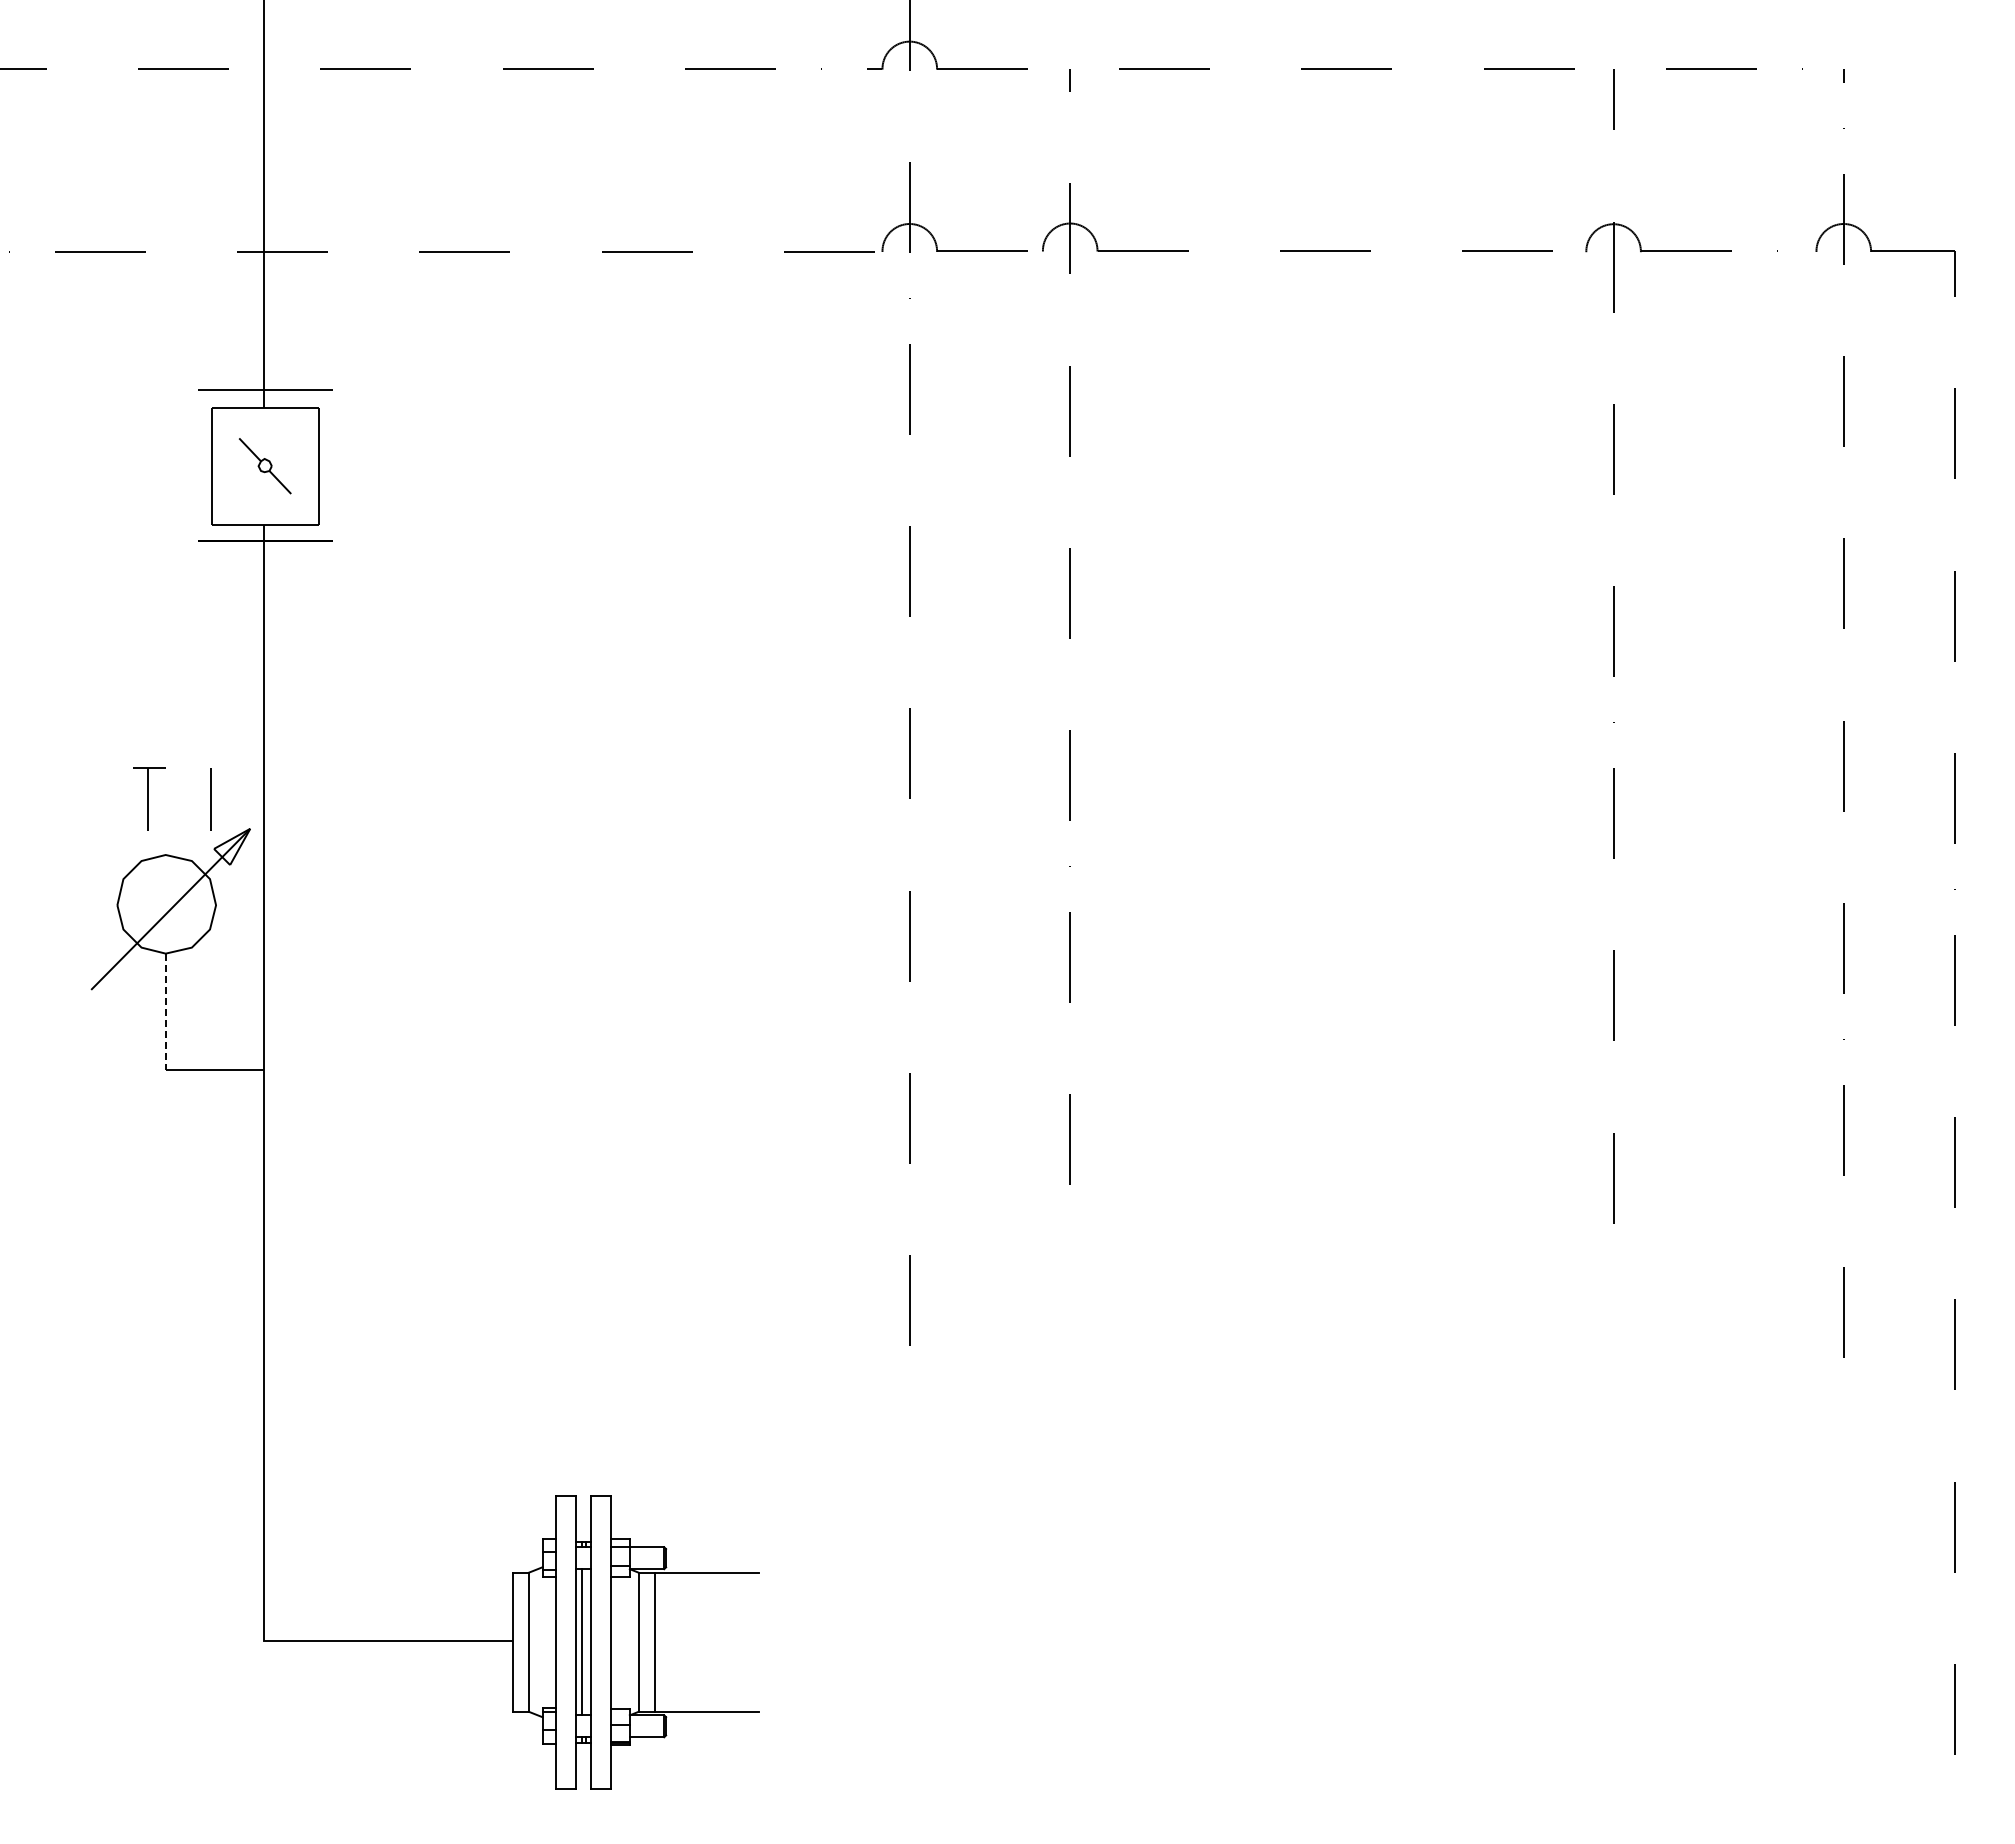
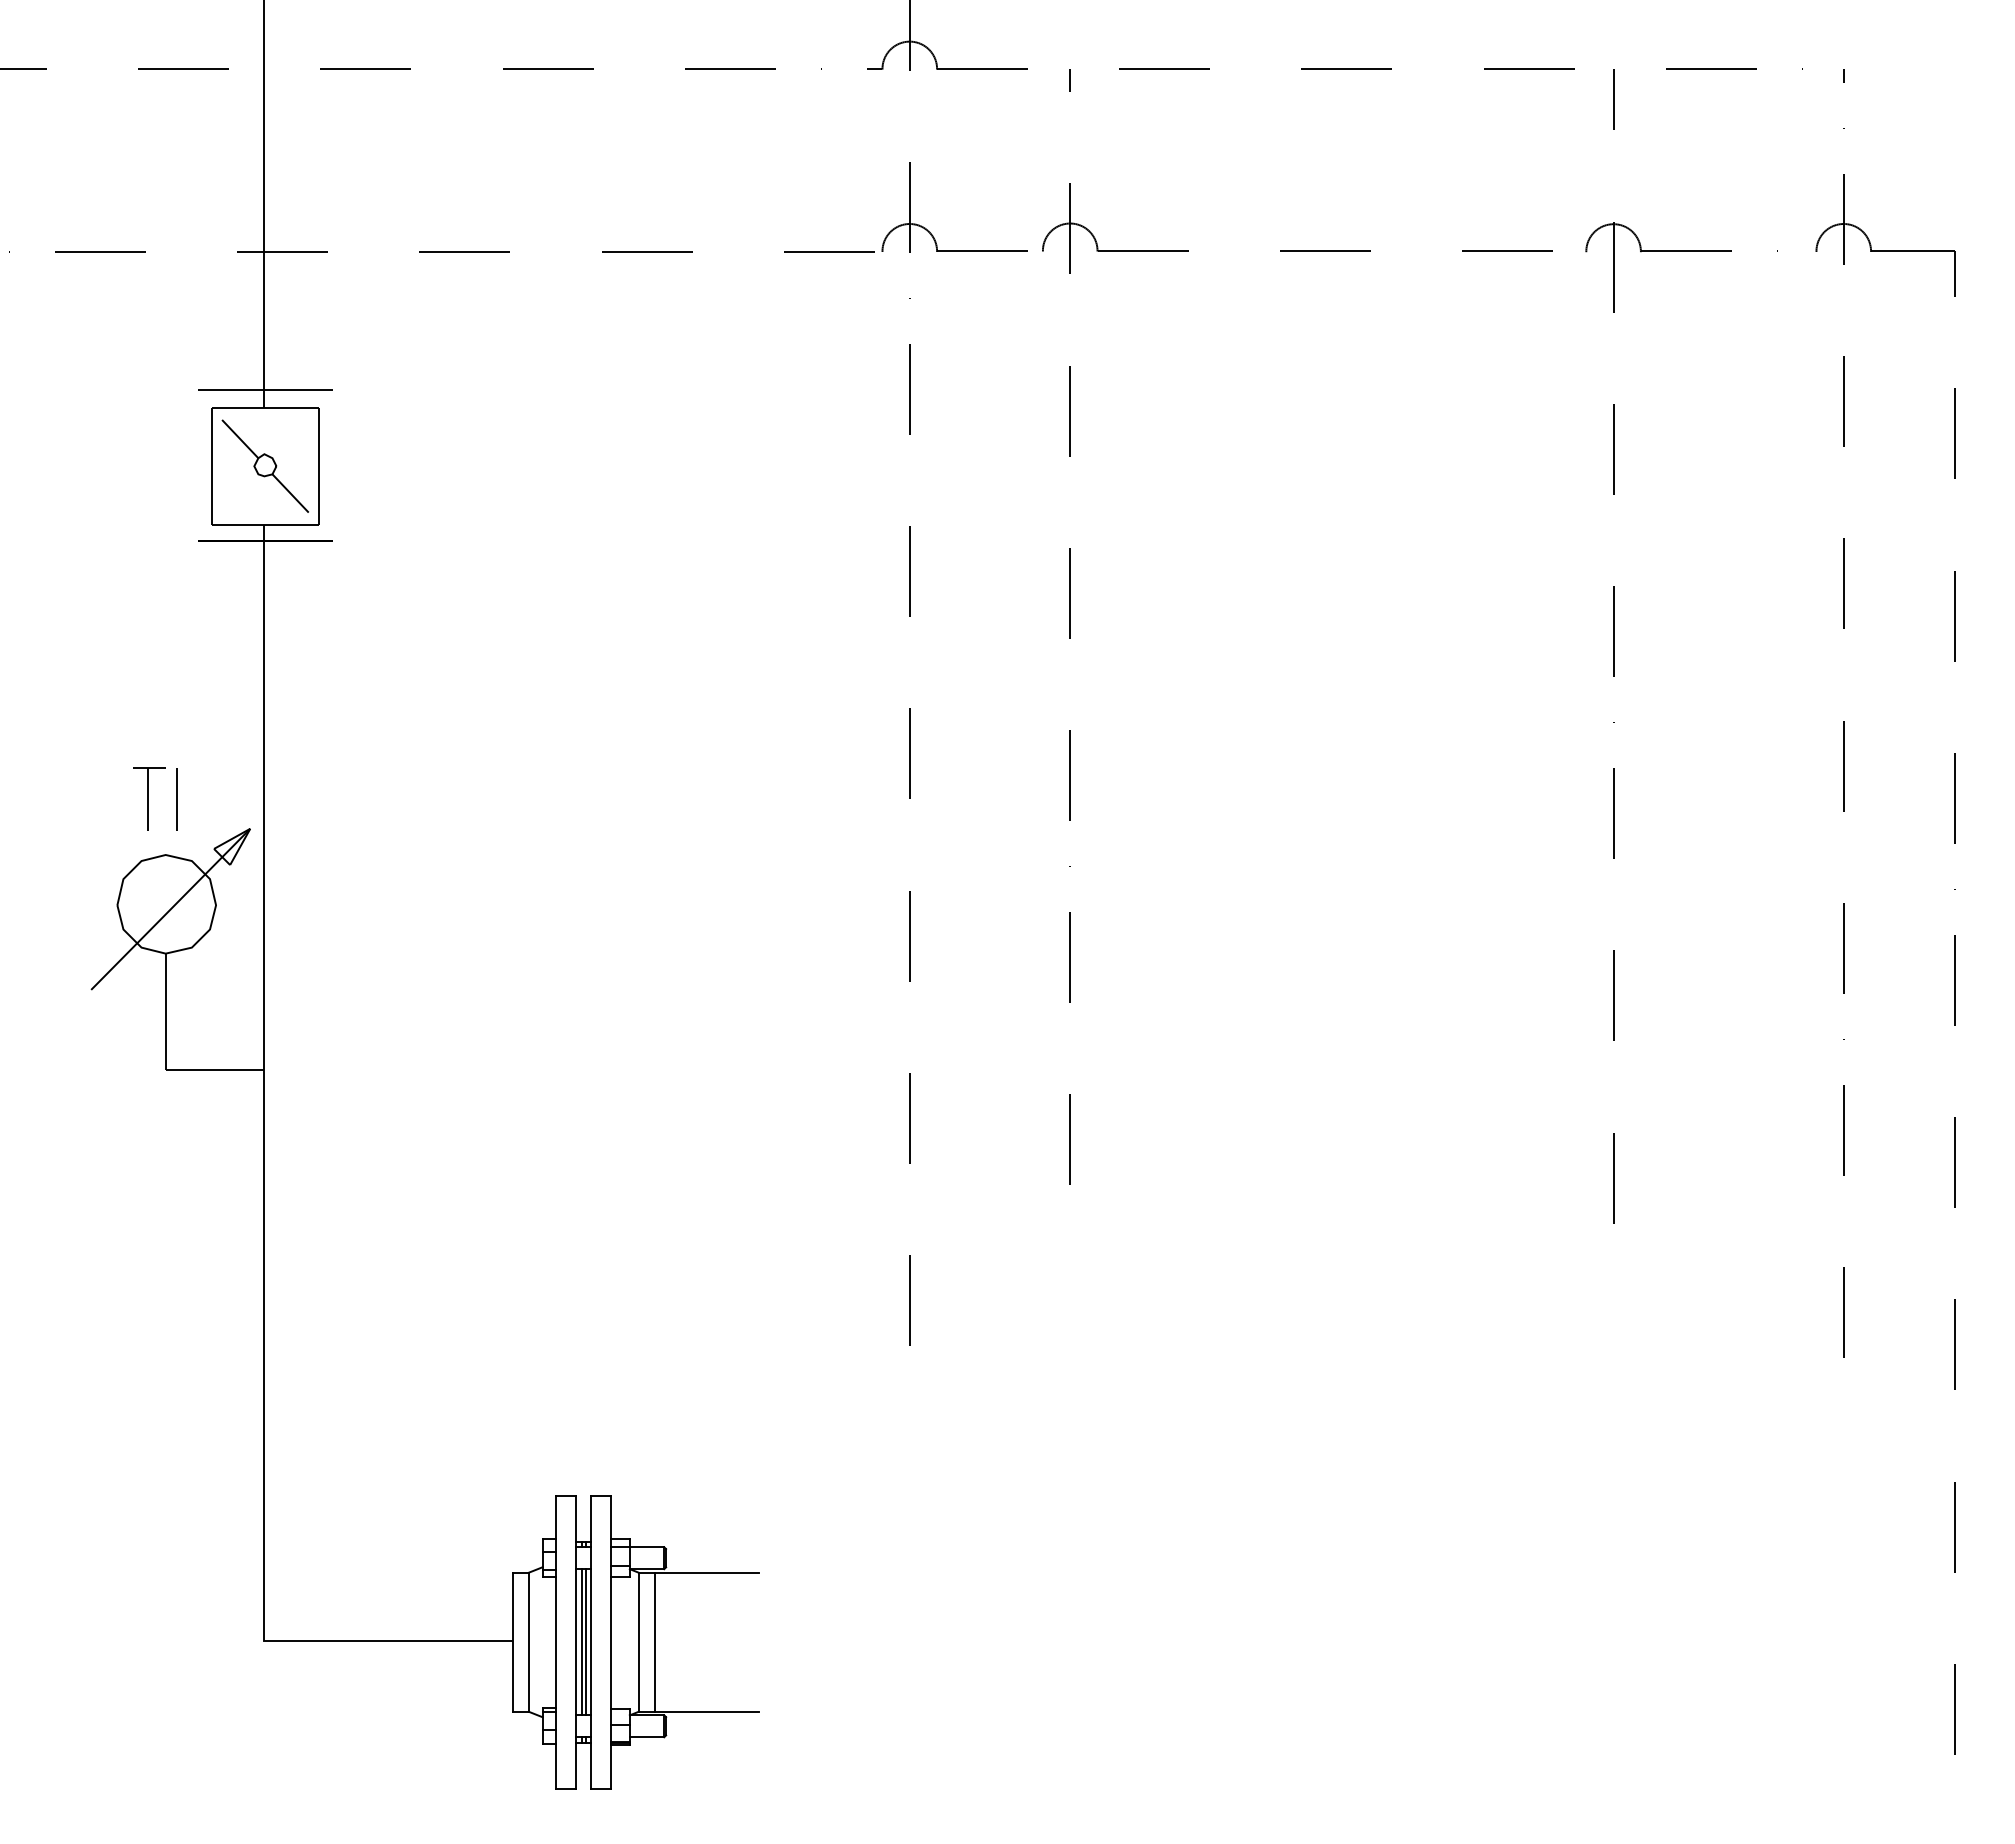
part at (265, 466) size: 53x57 px -> 88x94 px
line at (210, 799) position: (210, 799) -> (176, 799)
line at (165, 1012): dashed -> solid
line at (585, 1642): none -> present
